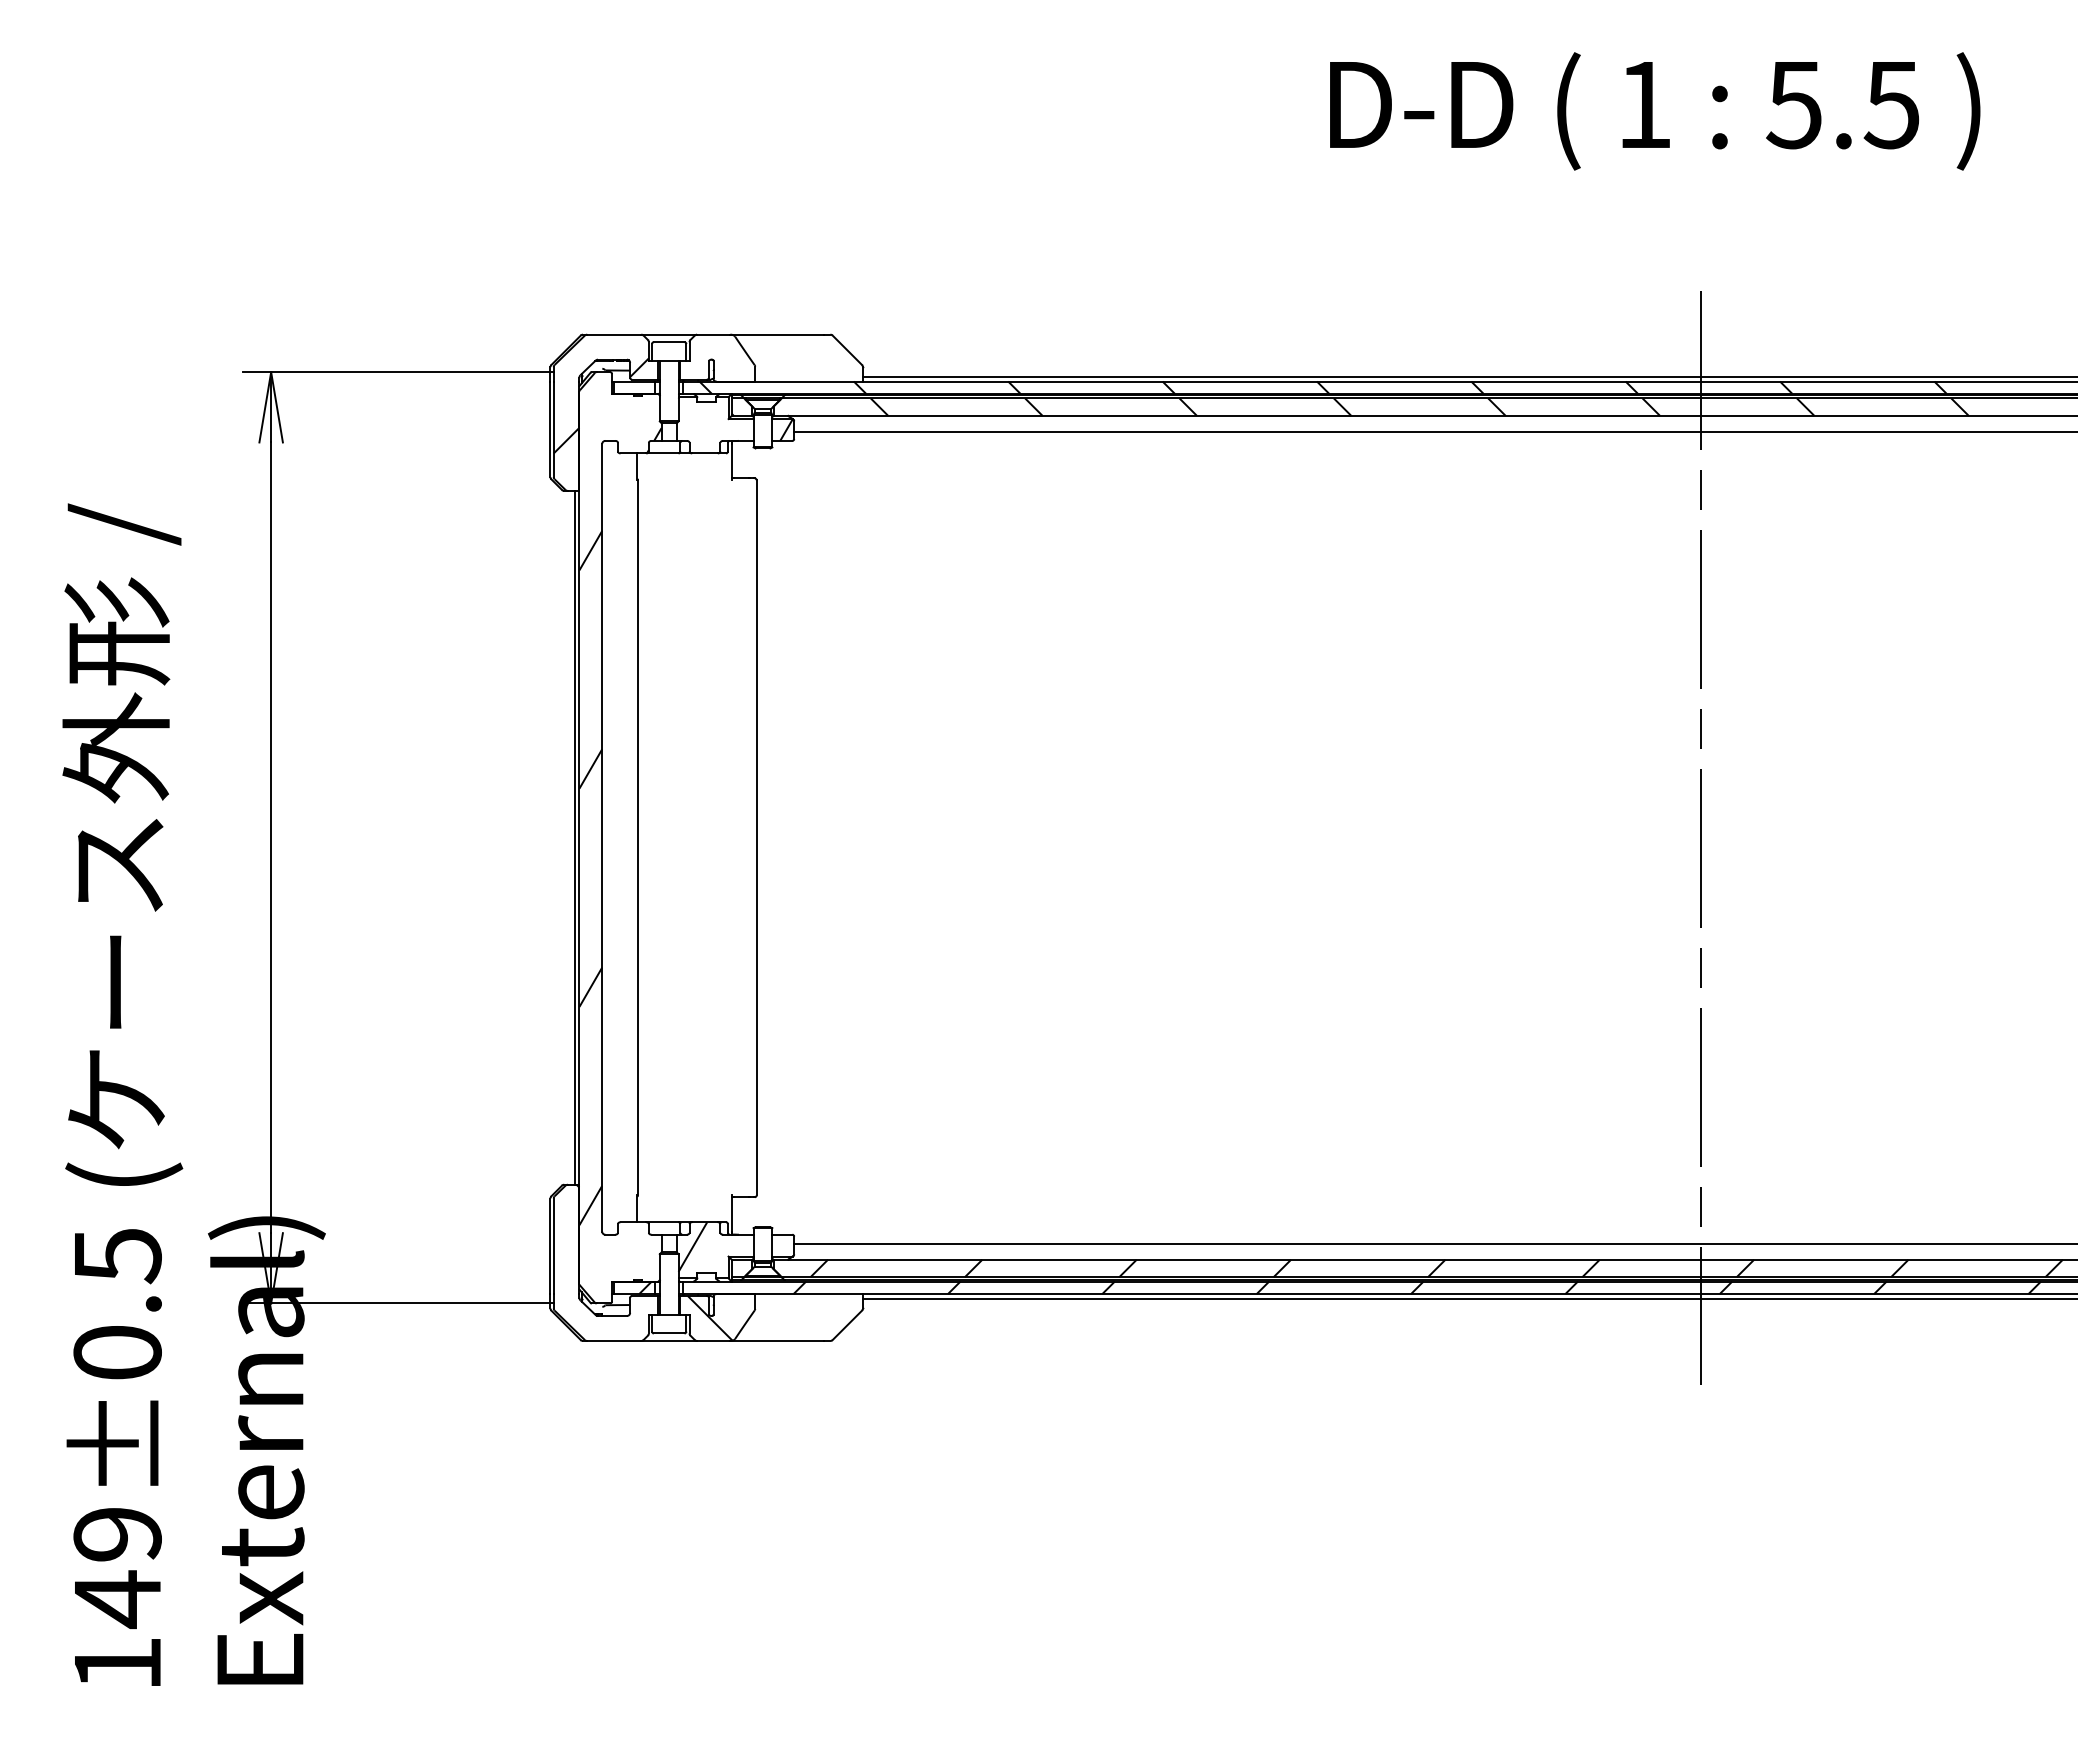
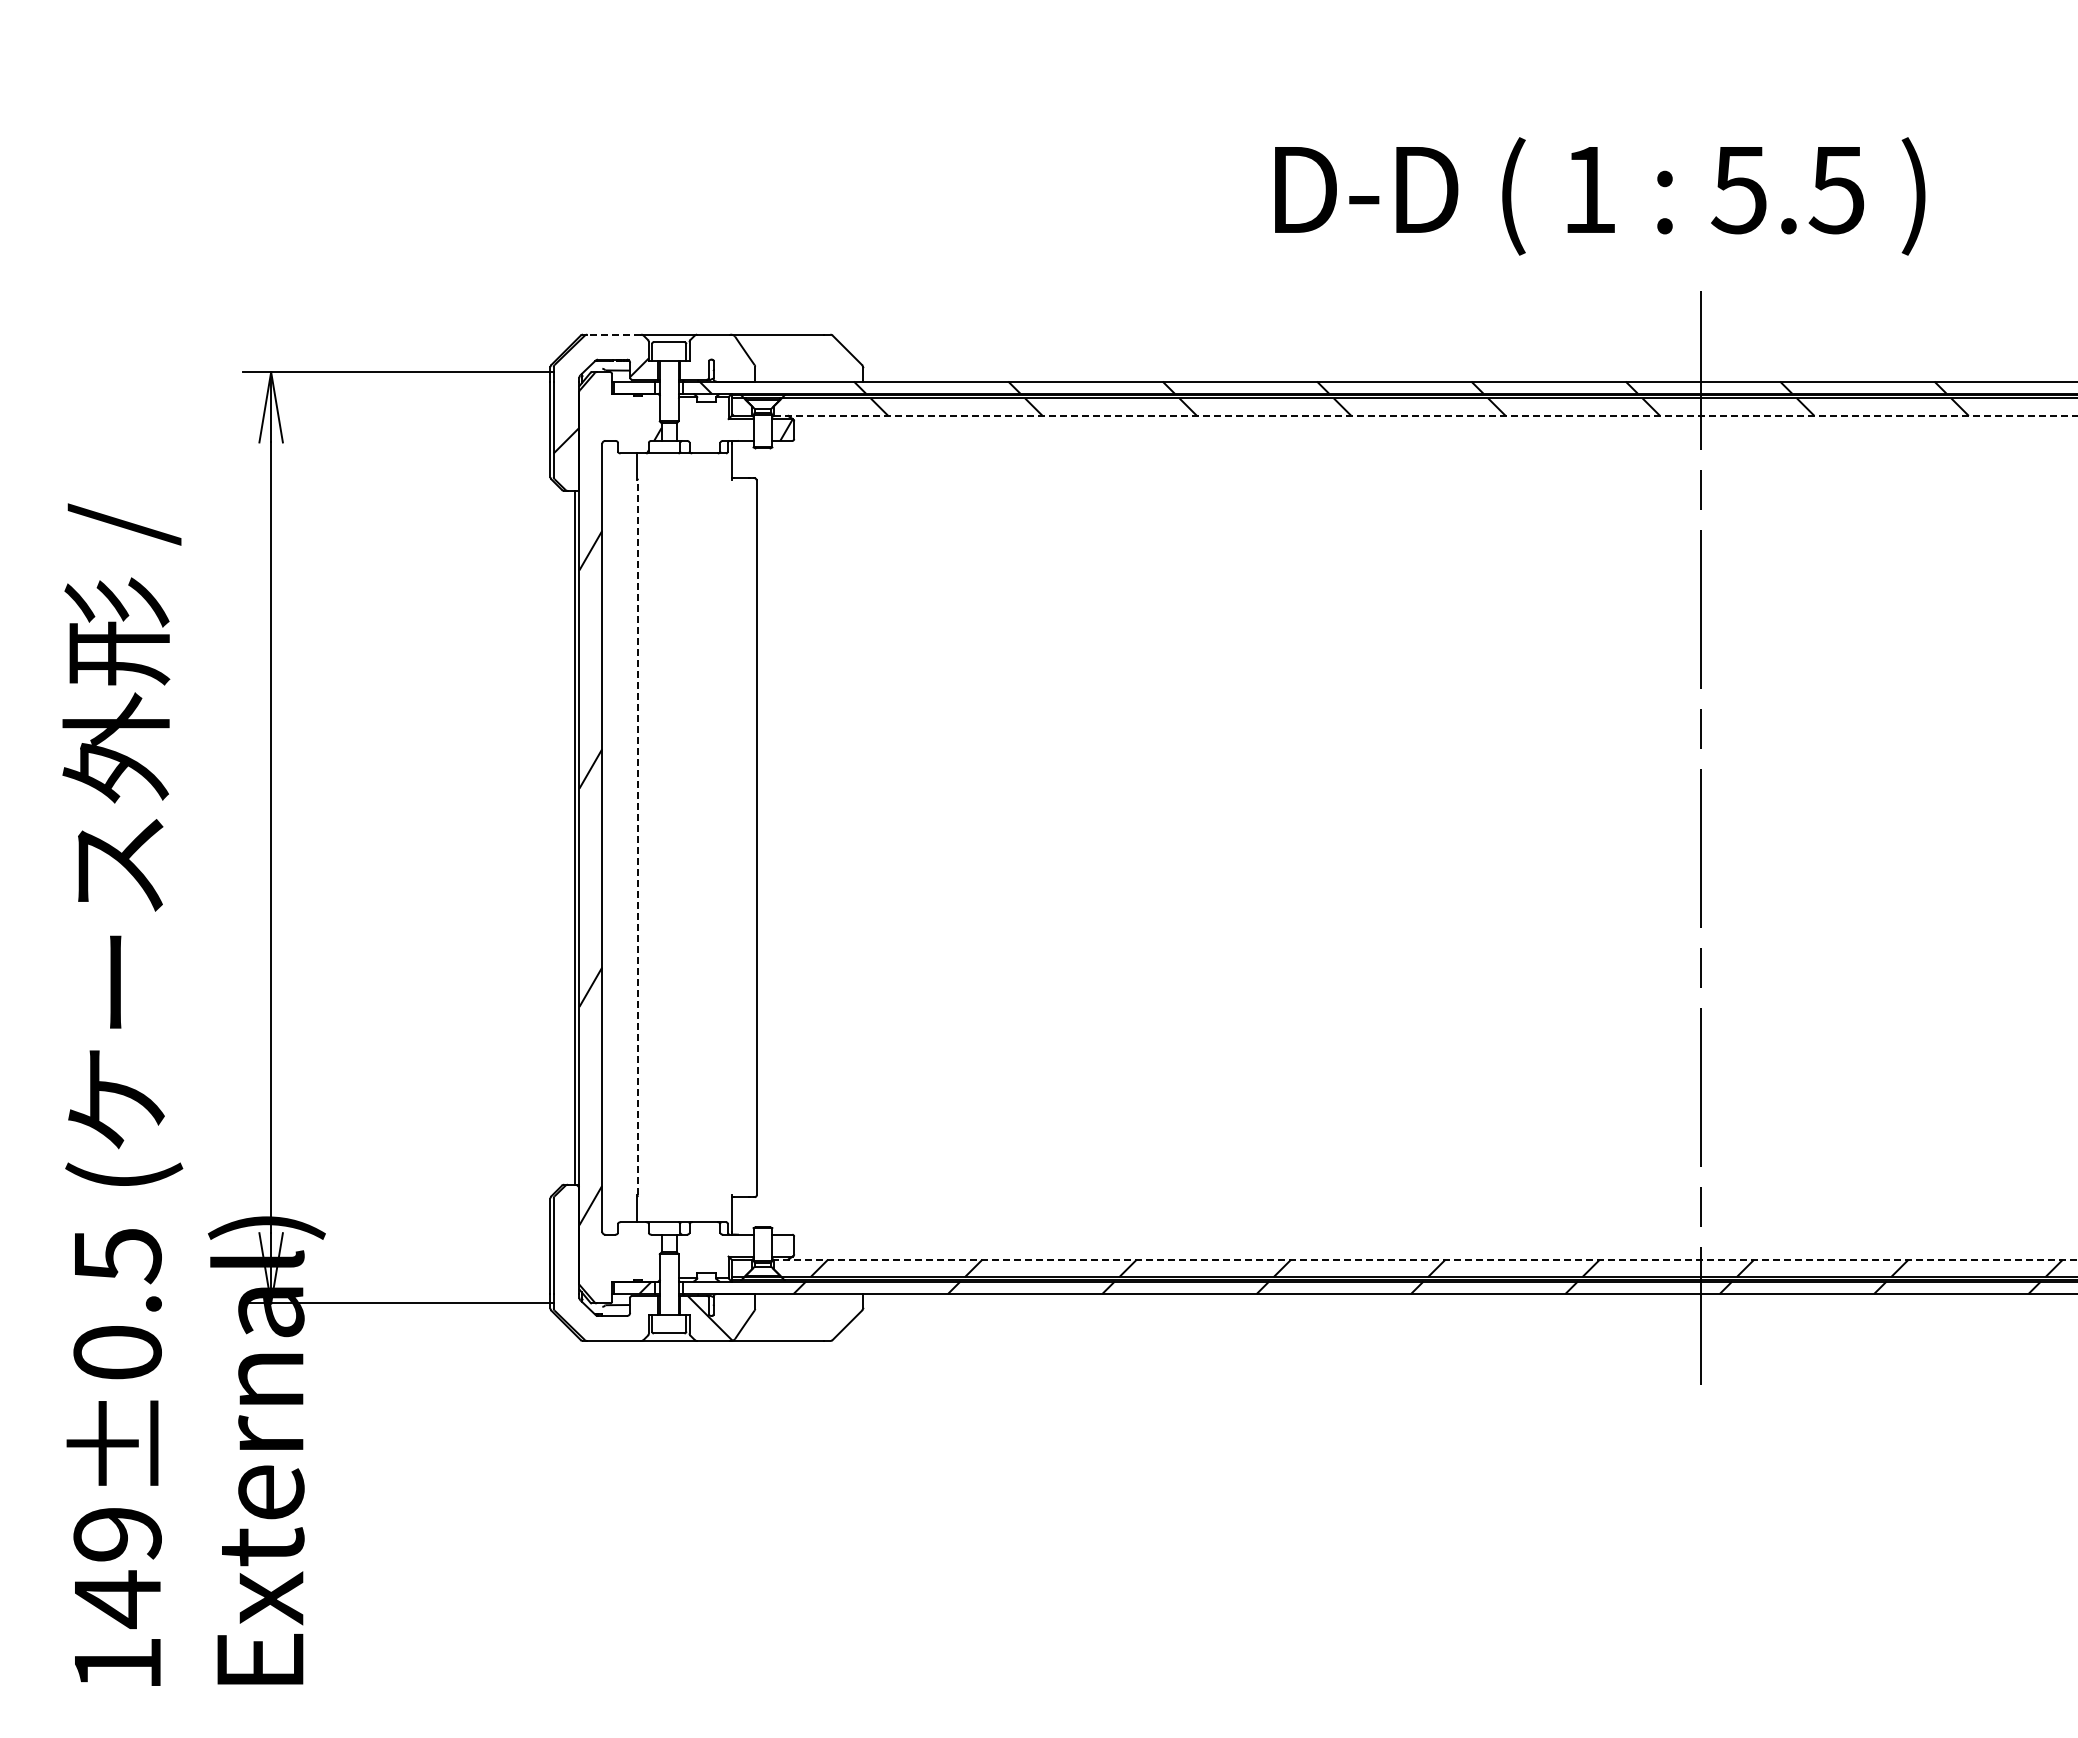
text at (1655, 111) position: (1655, 111) -> (1600, 196)
line at (613, 334): solid -> dashed
line at (1468, 376): present -> none
line at (1425, 415): solid -> dashed
line at (1434, 431): present -> none
line at (637, 837): solid -> dashed
line at (1434, 1244): present -> none
hatch at (692, 1246): present -> none
line at (1425, 1259): solid -> dashed
line at (1468, 1299): present -> none
